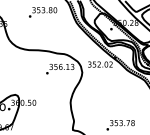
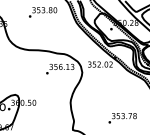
text at (120, 125) position: (120, 125) -> (122, 118)
